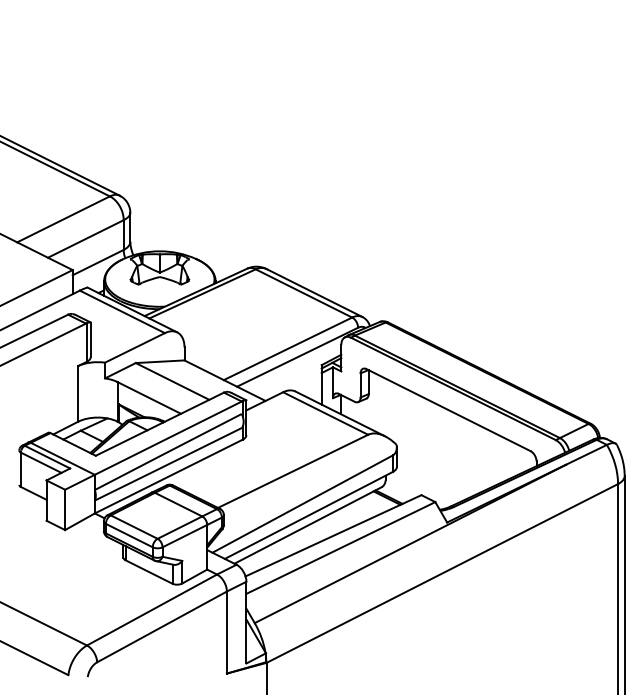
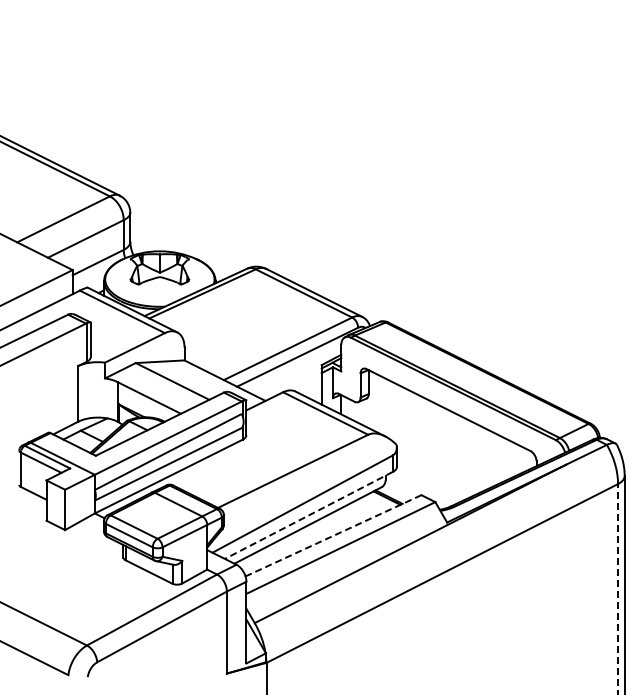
line at (308, 515): solid -> dashed
line at (333, 535): solid -> dashed
line at (618, 589): solid -> dashed
